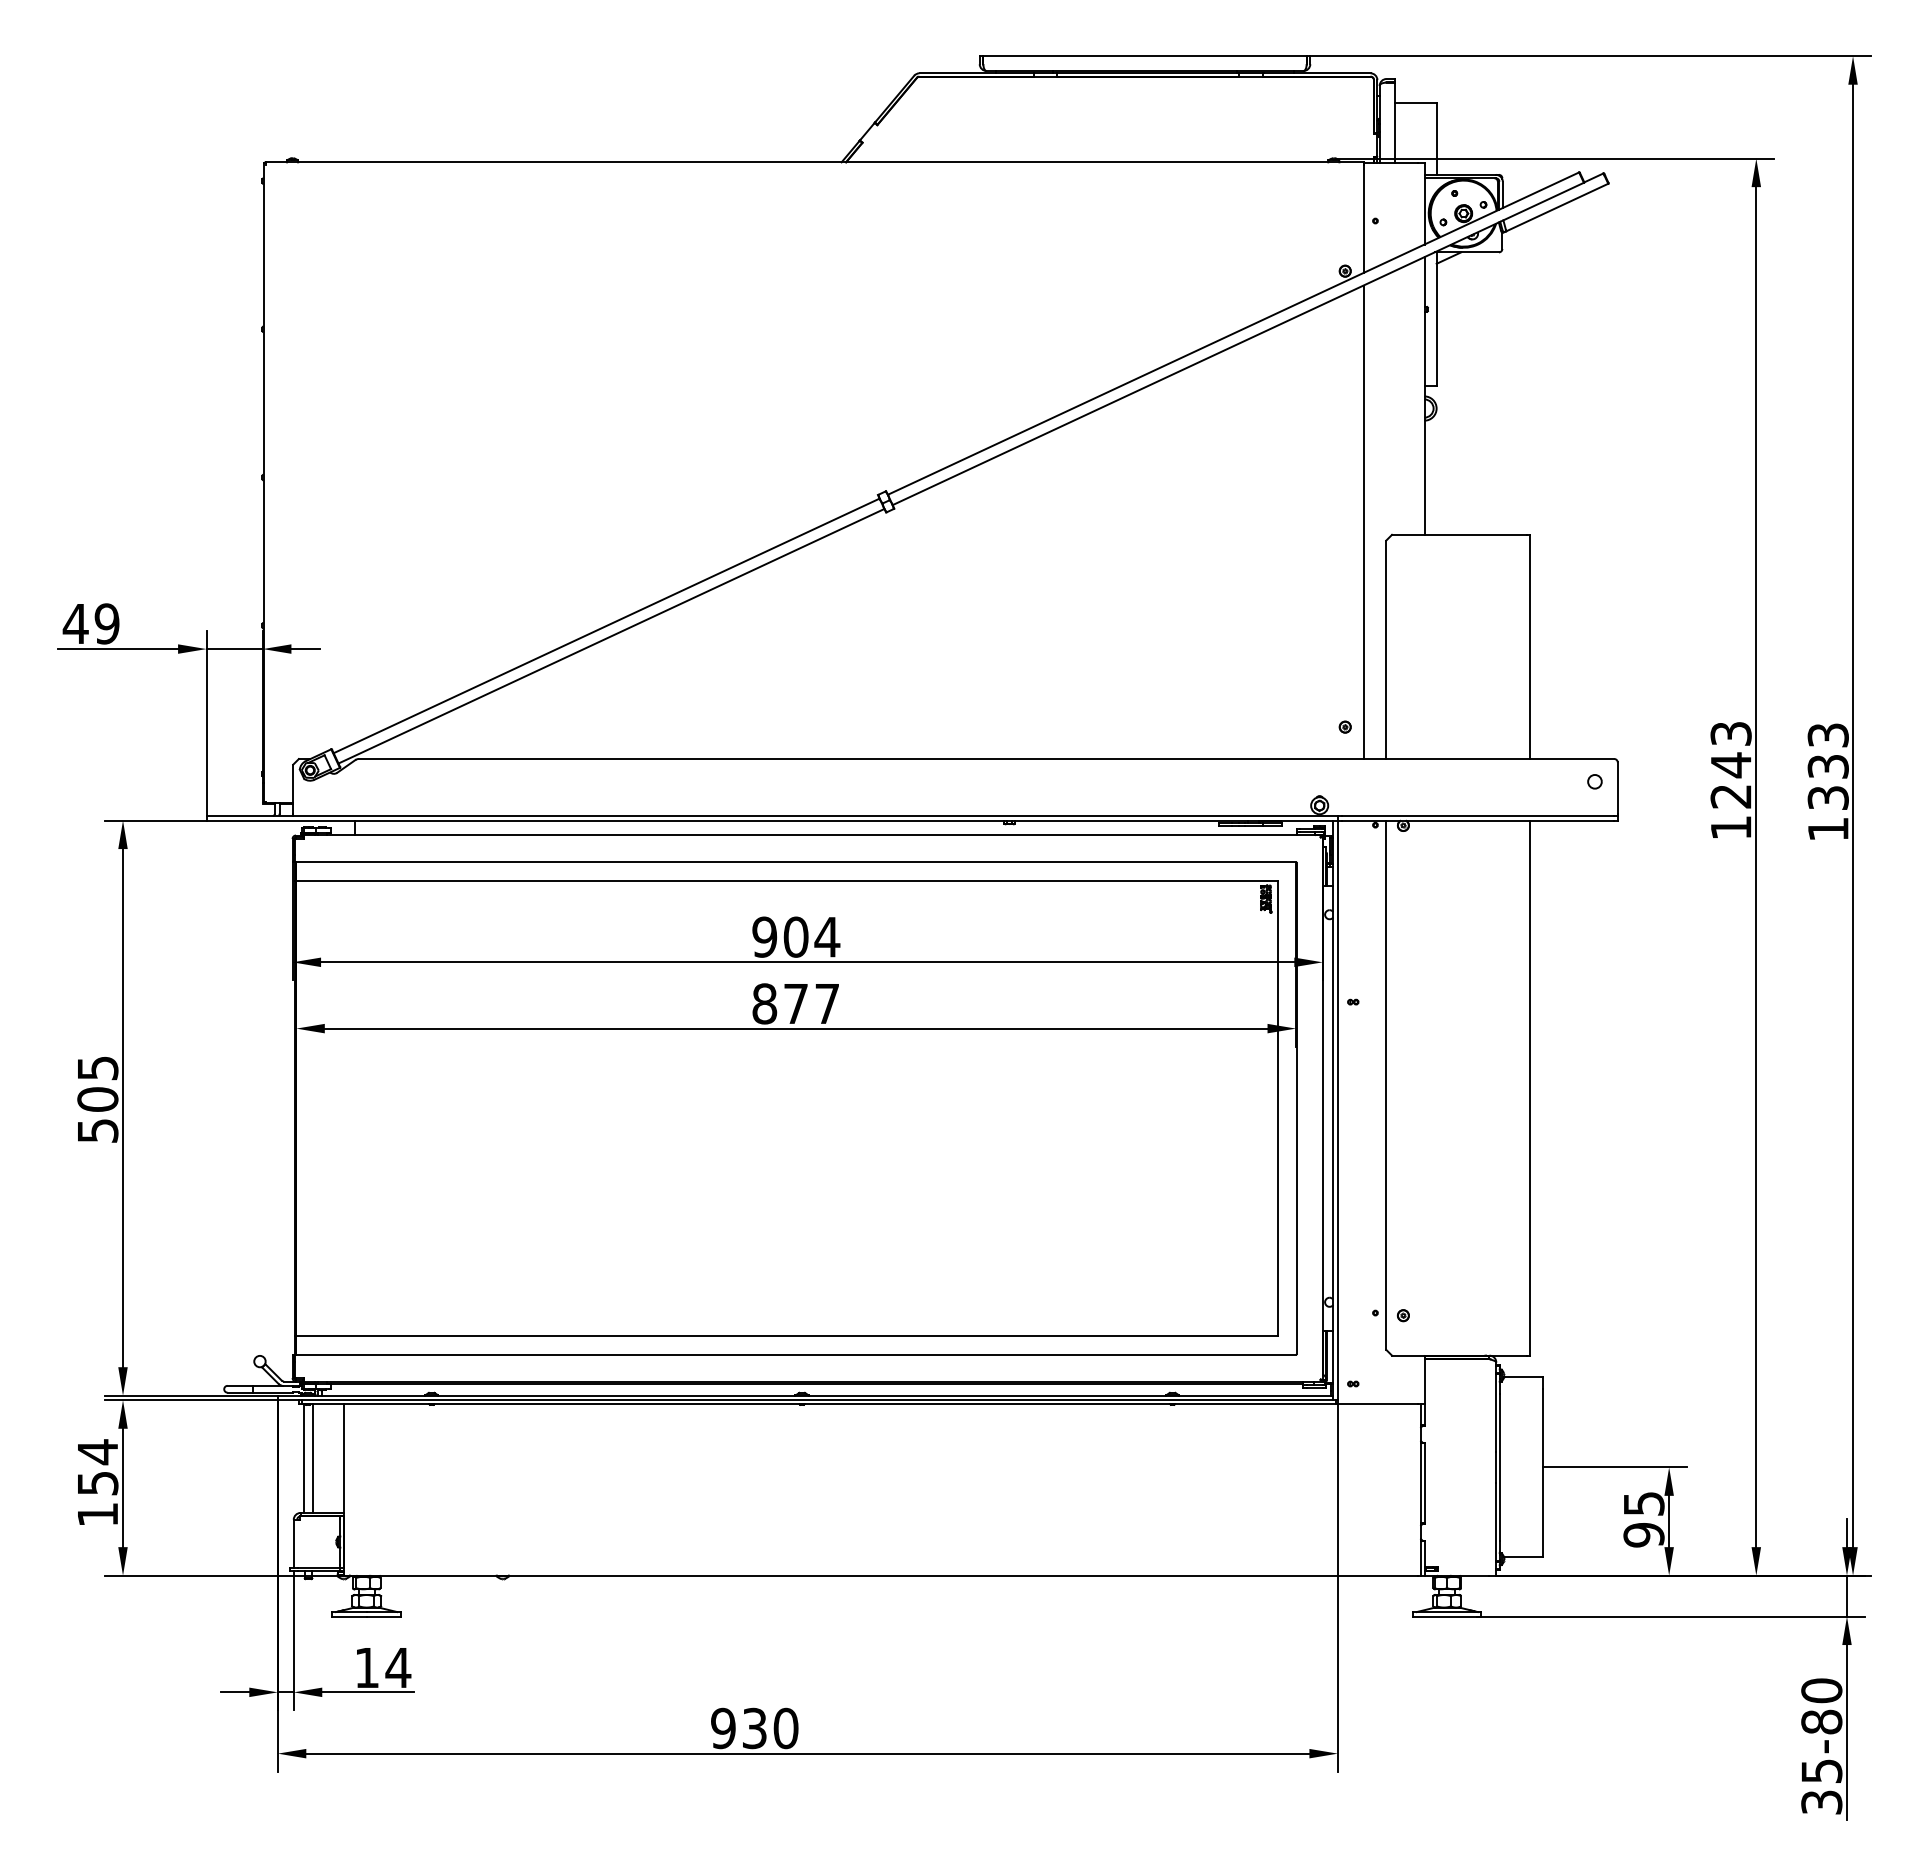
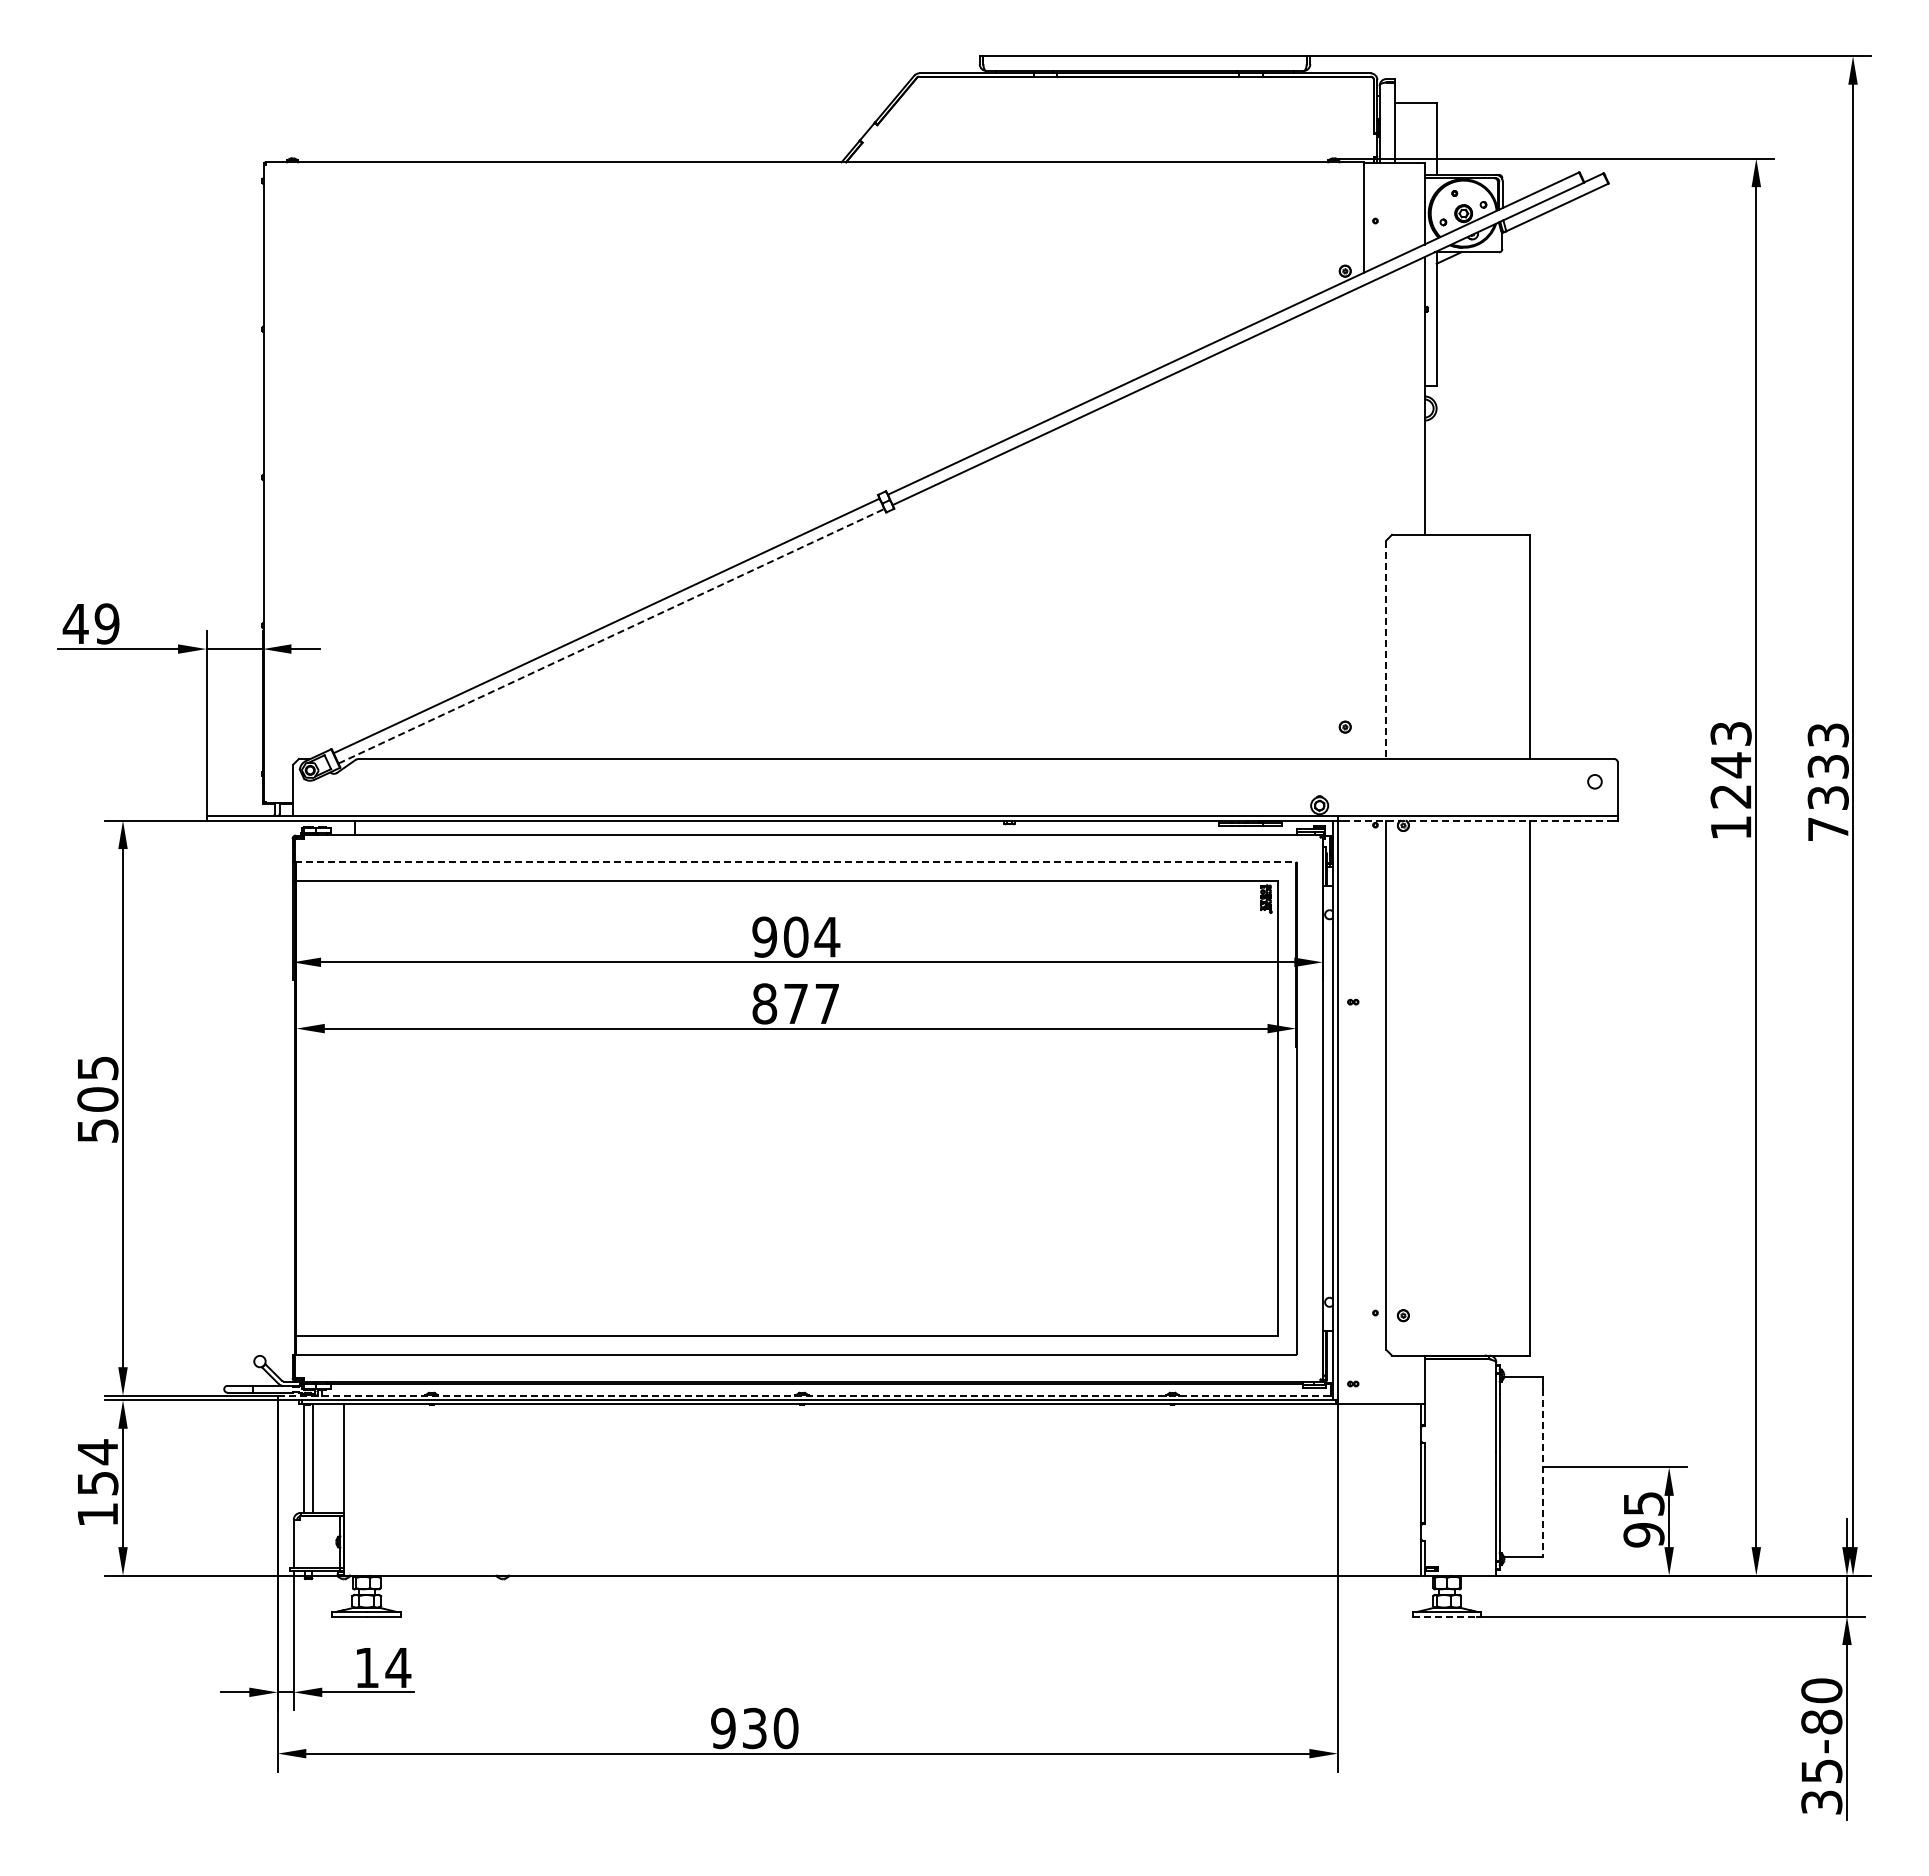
line at (1363, 522): present -> none
line at (611, 636): solid -> dashed
line at (1386, 650): solid -> dashed
line at (1477, 820): solid -> dashed
text at (1828, 828): 1333 -> 7333
line at (795, 862): solid -> dashed
line at (806, 1395): solid -> dashed
line at (1543, 1473): solid -> dashed
line at (1447, 1616): solid -> dashed
